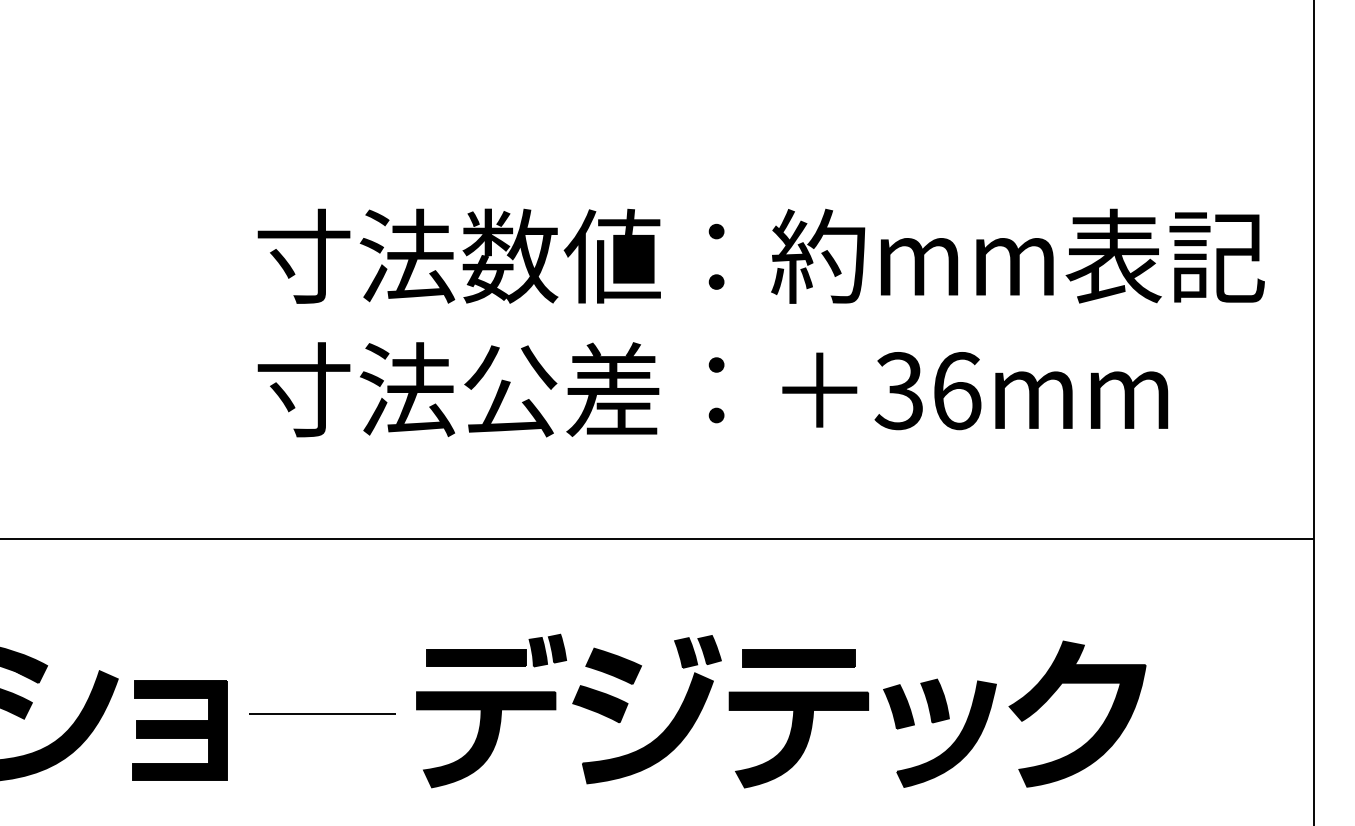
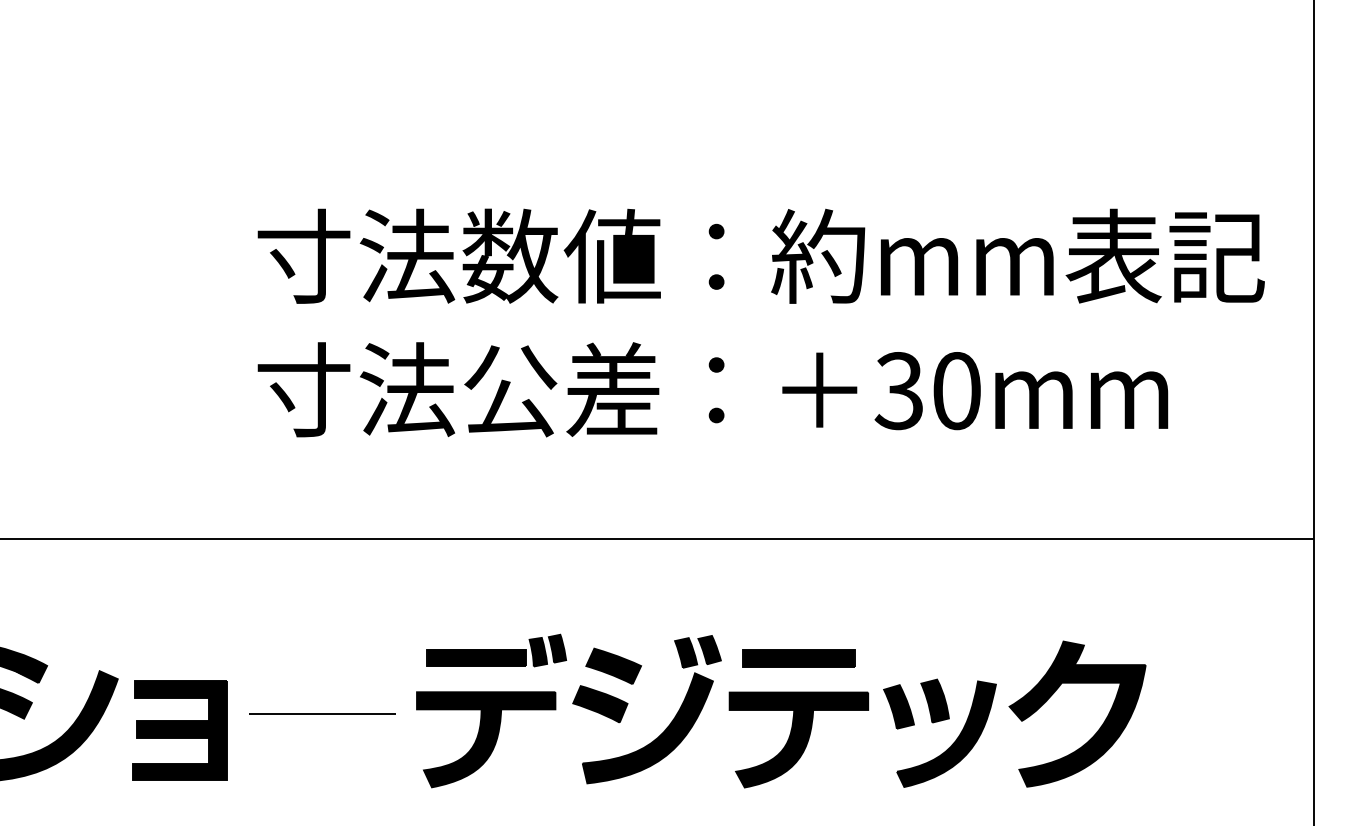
text at (957, 391): 36mm -> 30mm
